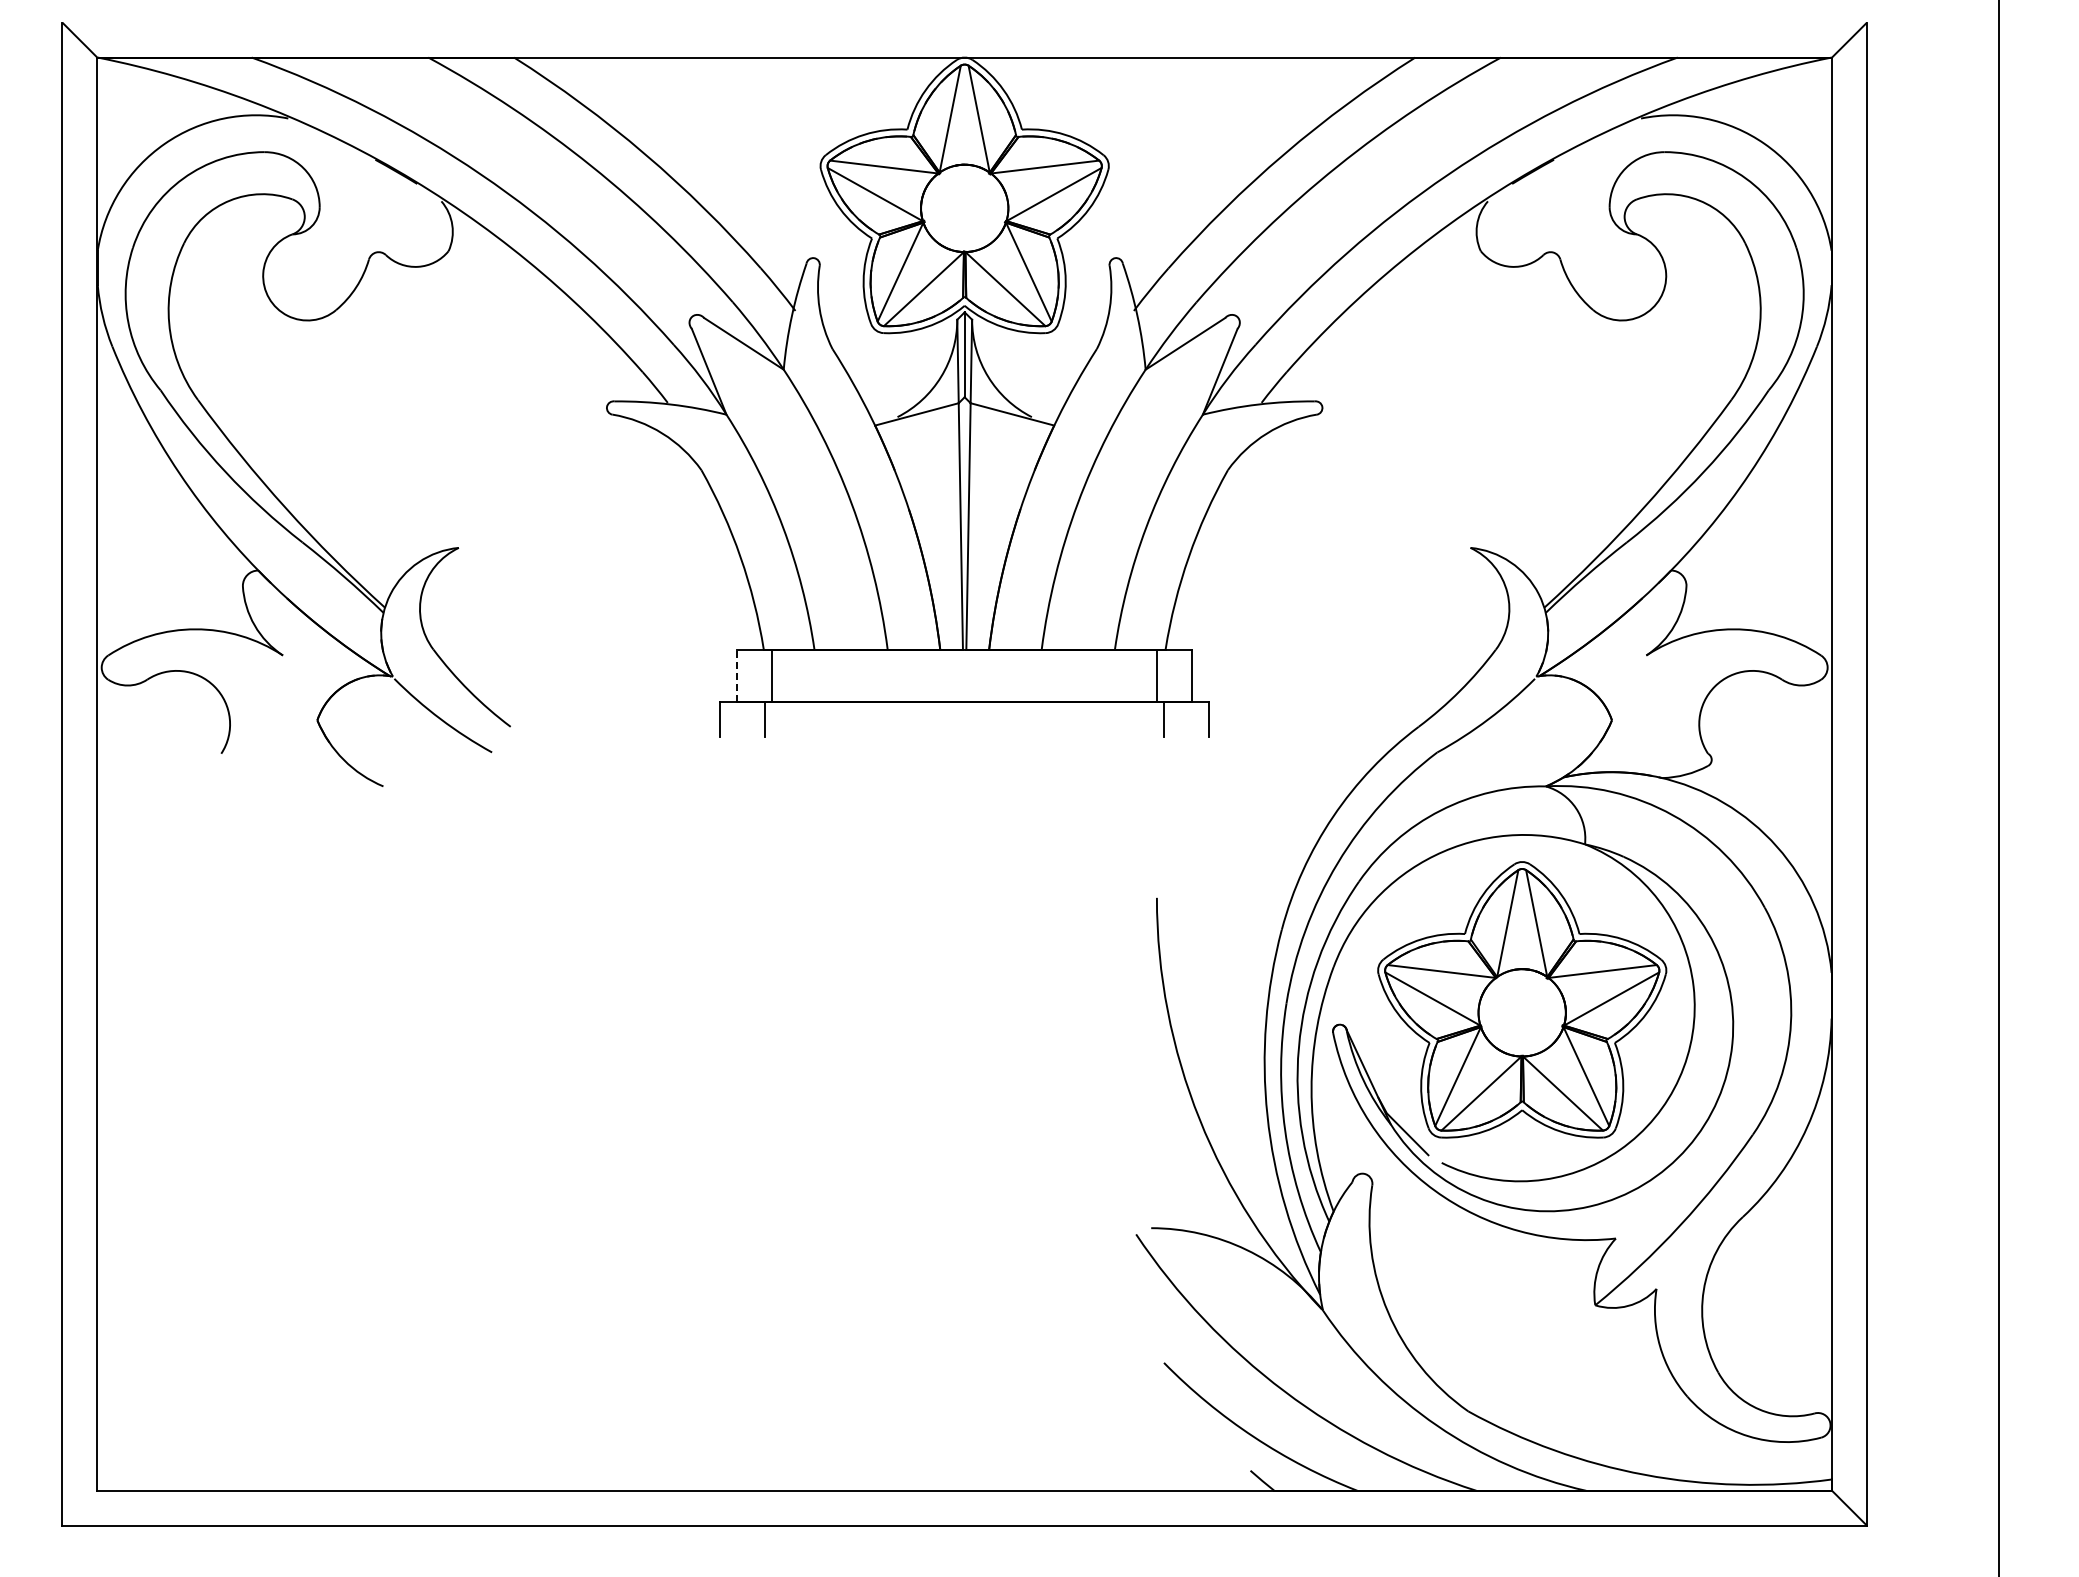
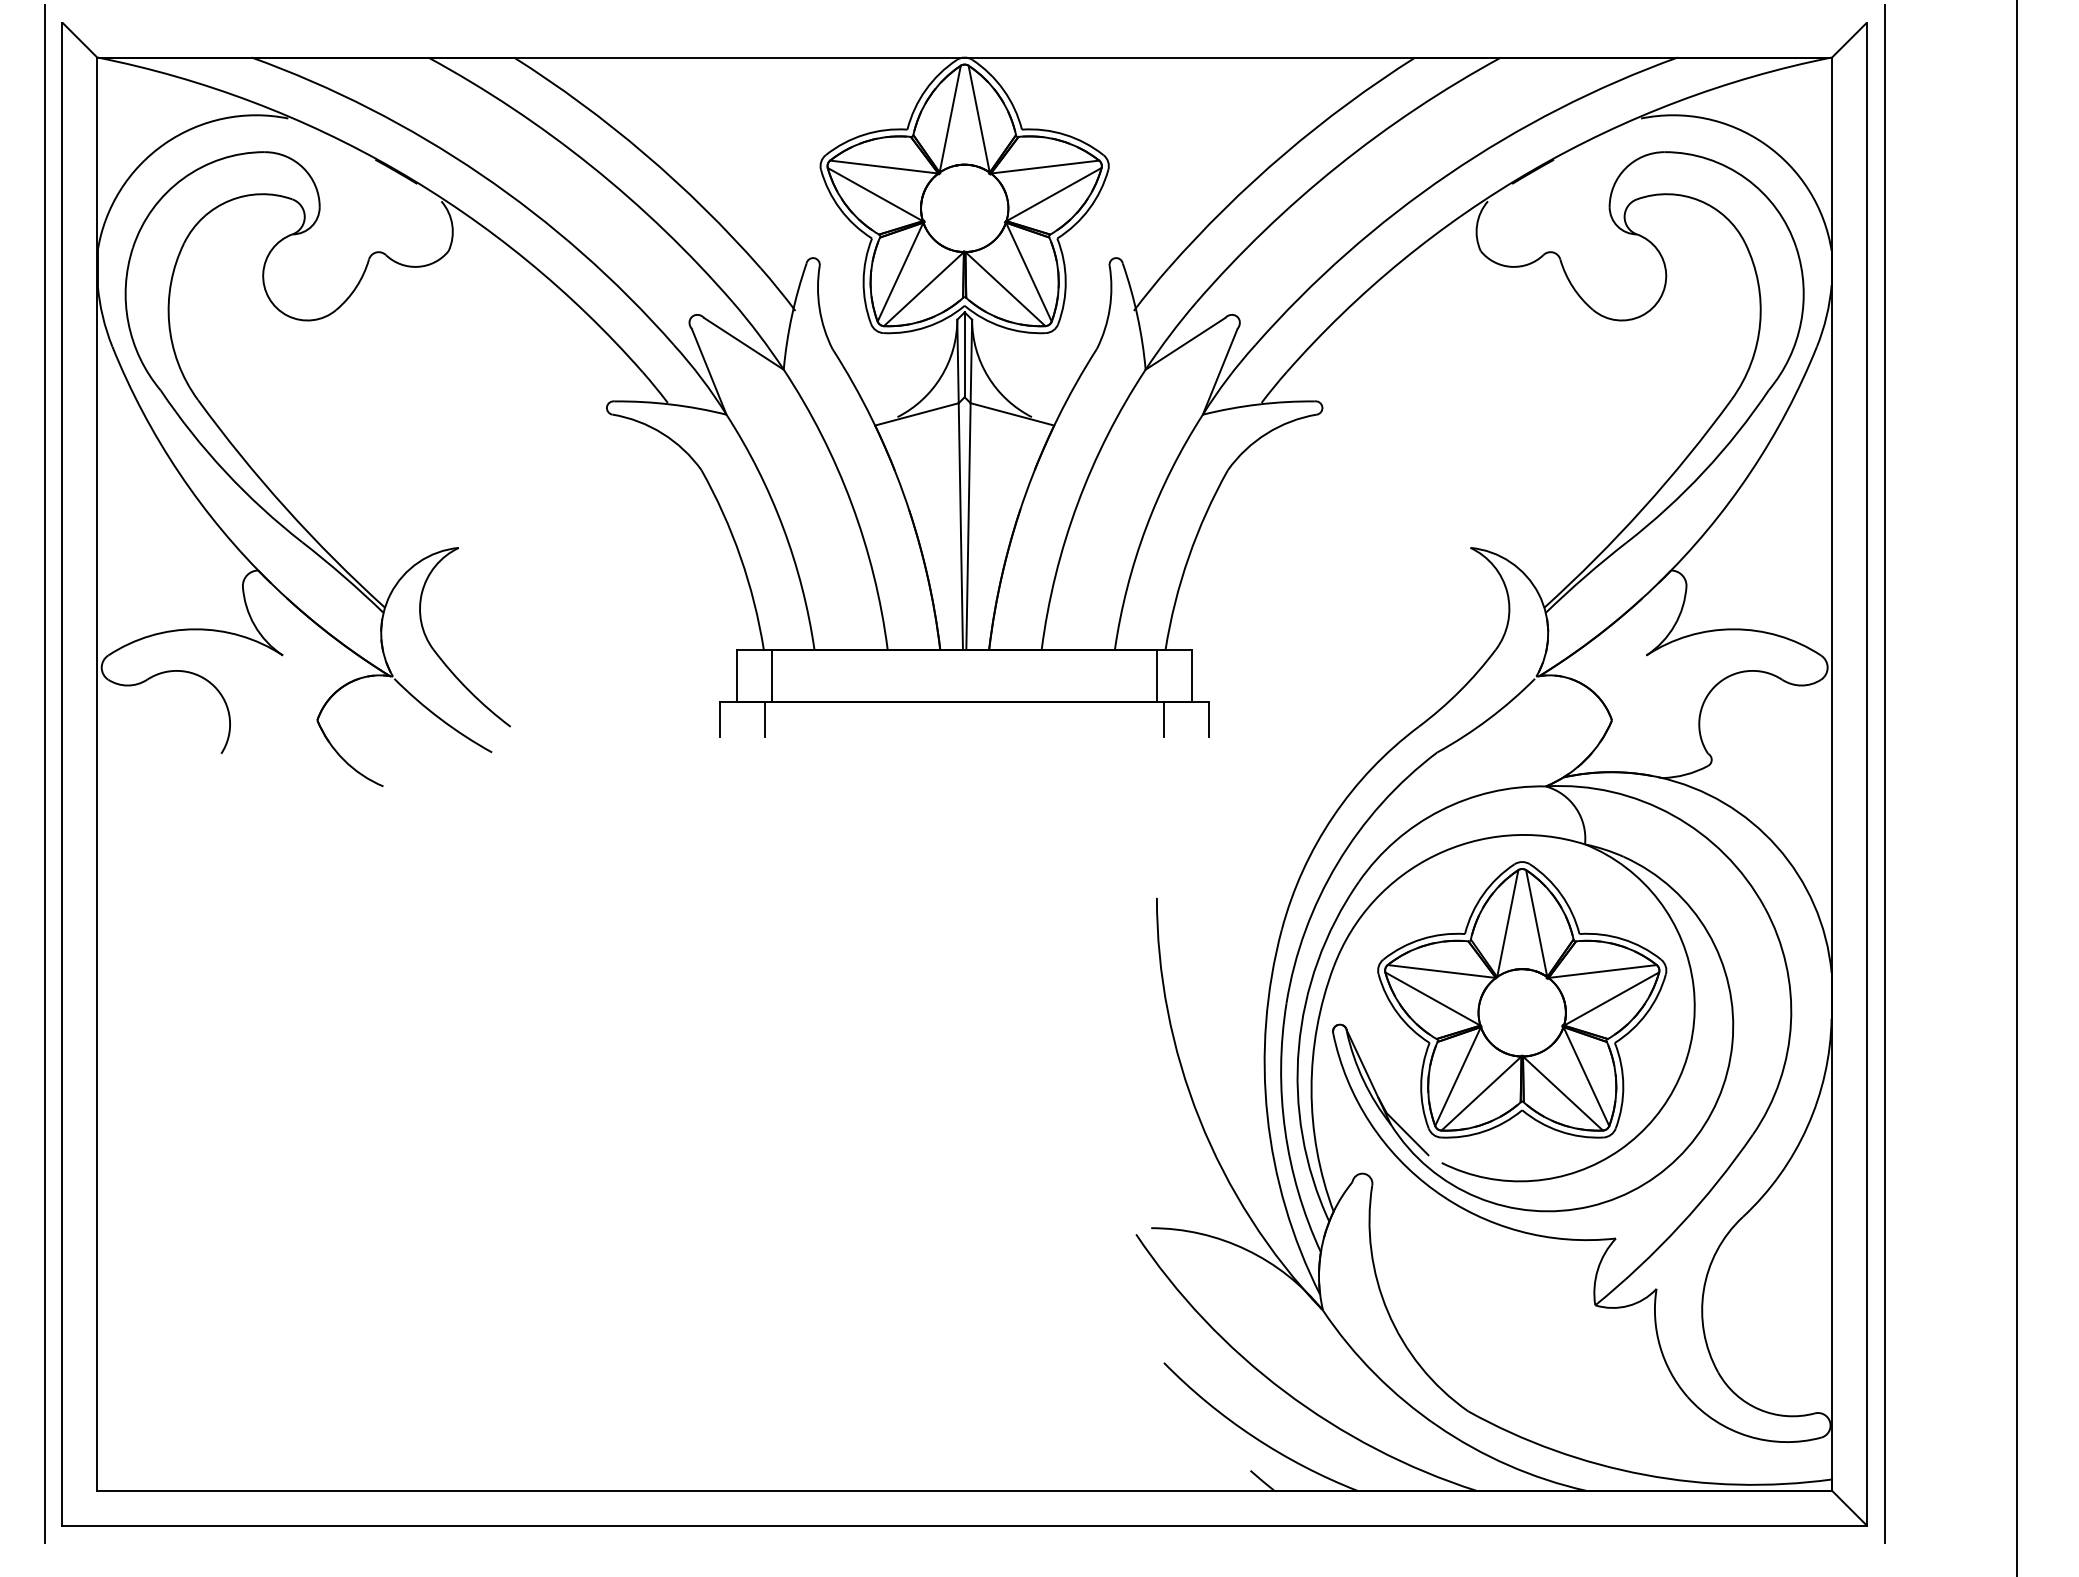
line at (737, 675): dashed -> solid
line at (44, 774): none -> present
line at (1884, 774): none -> present
line at (1998, 787) position: (1998, 787) -> (2016, 787)
